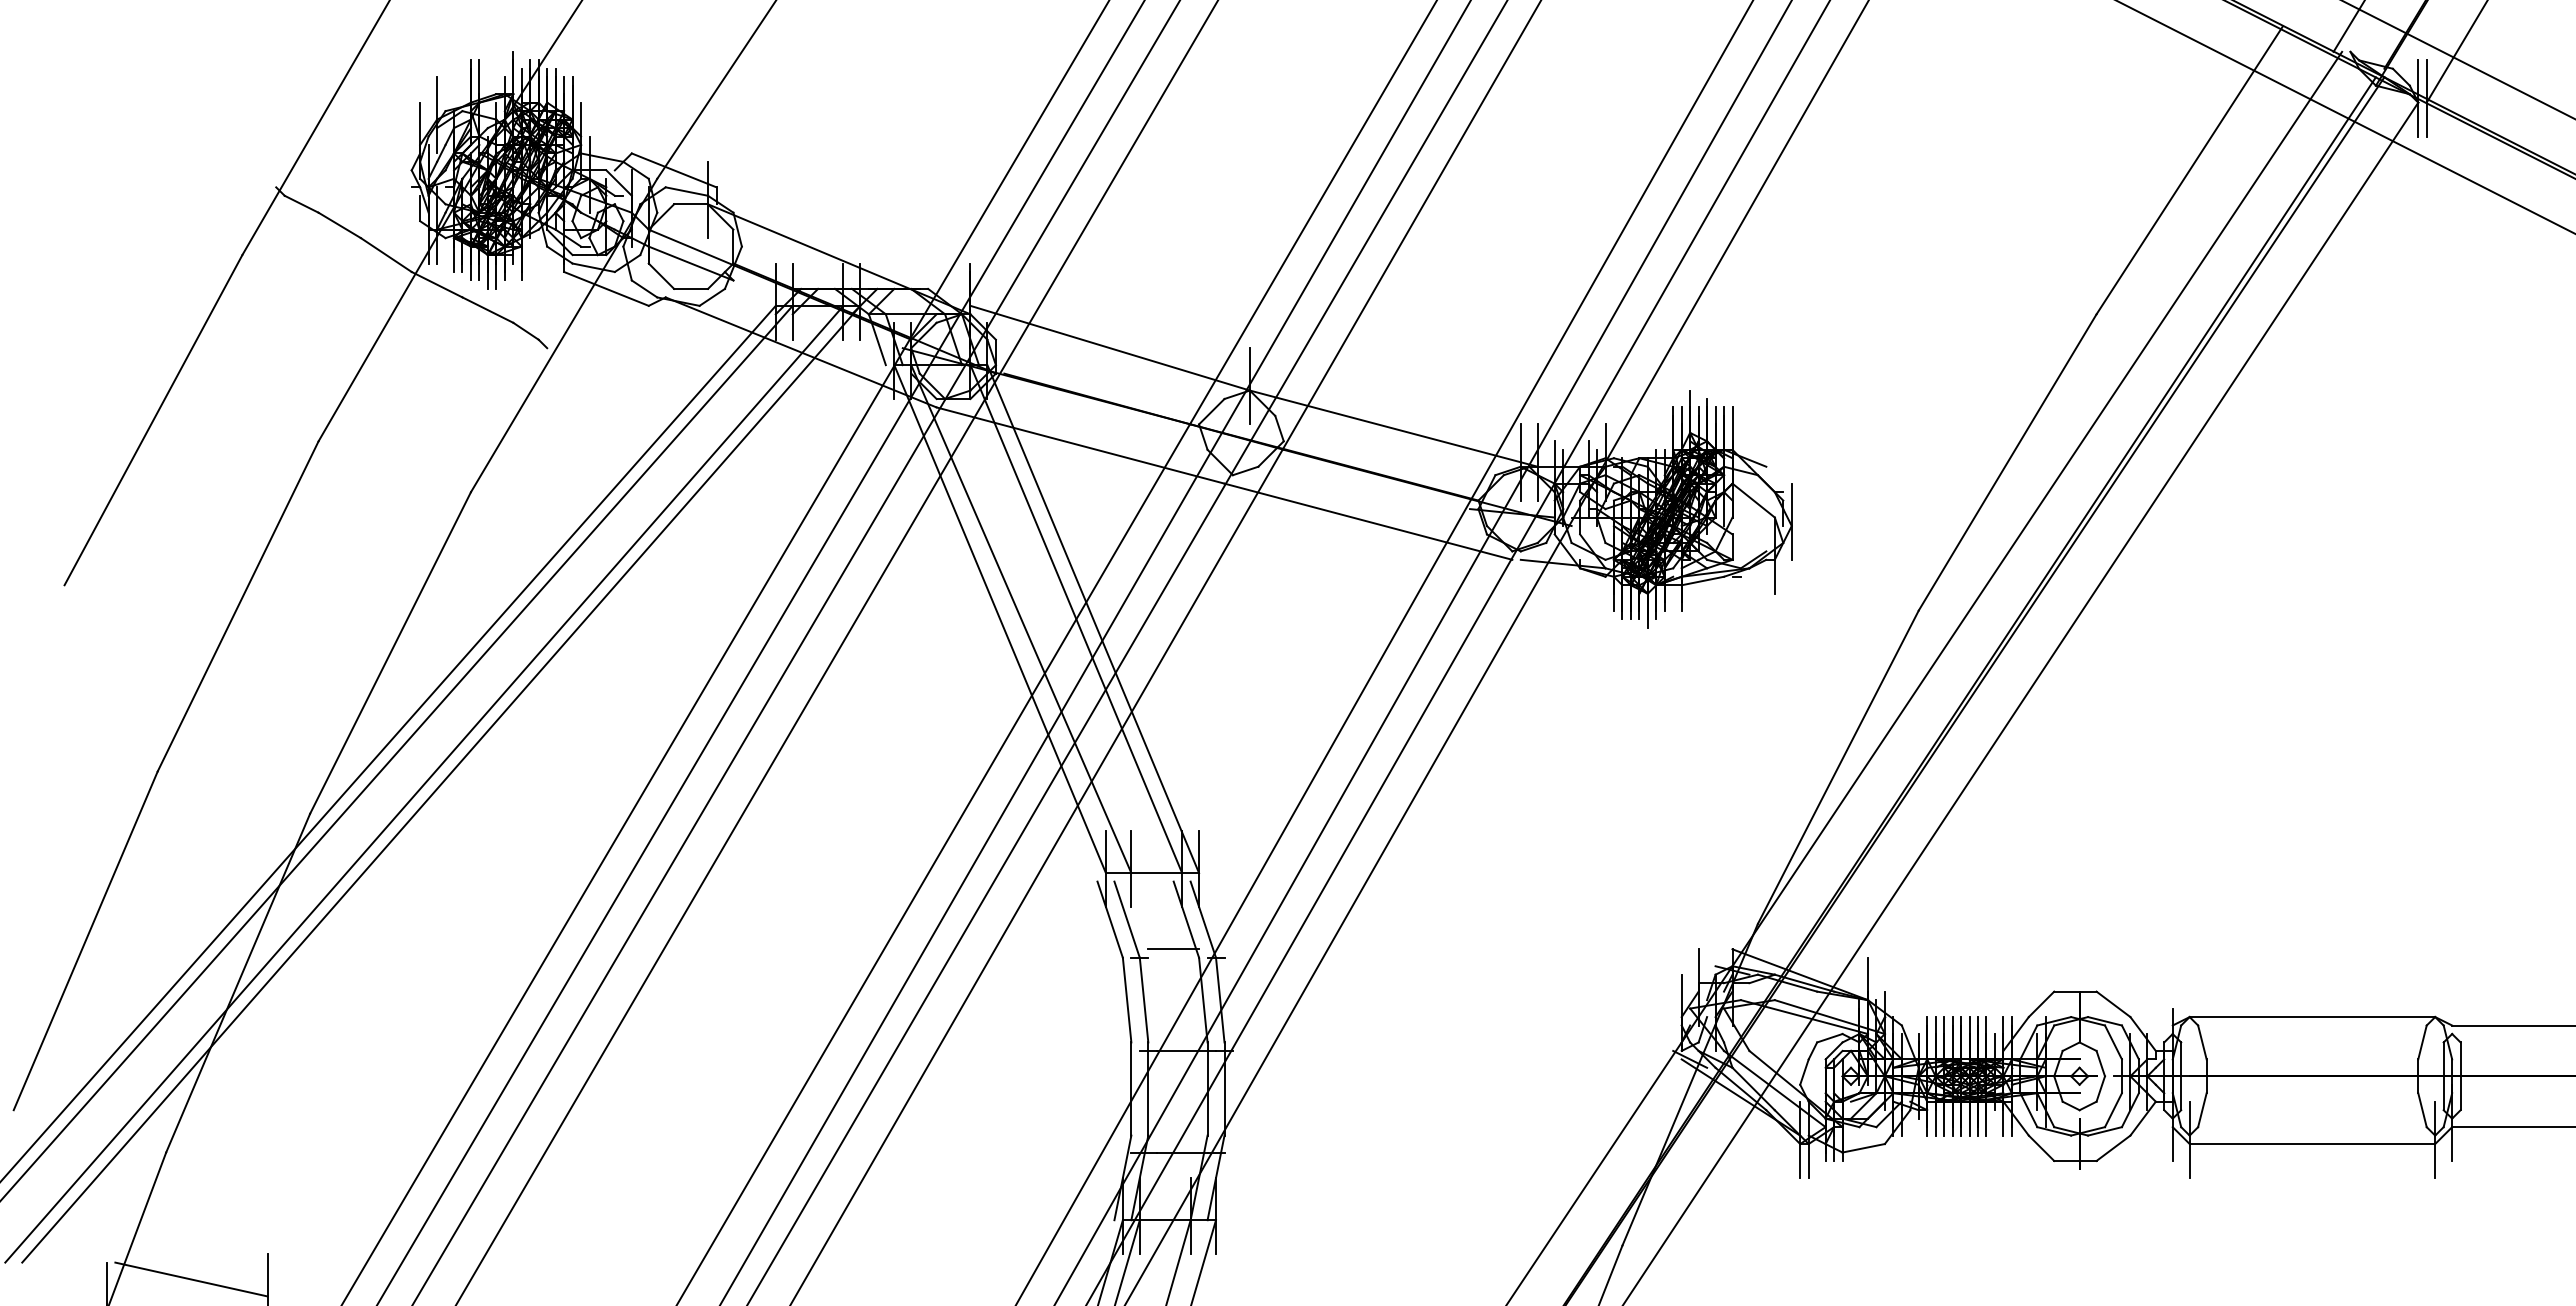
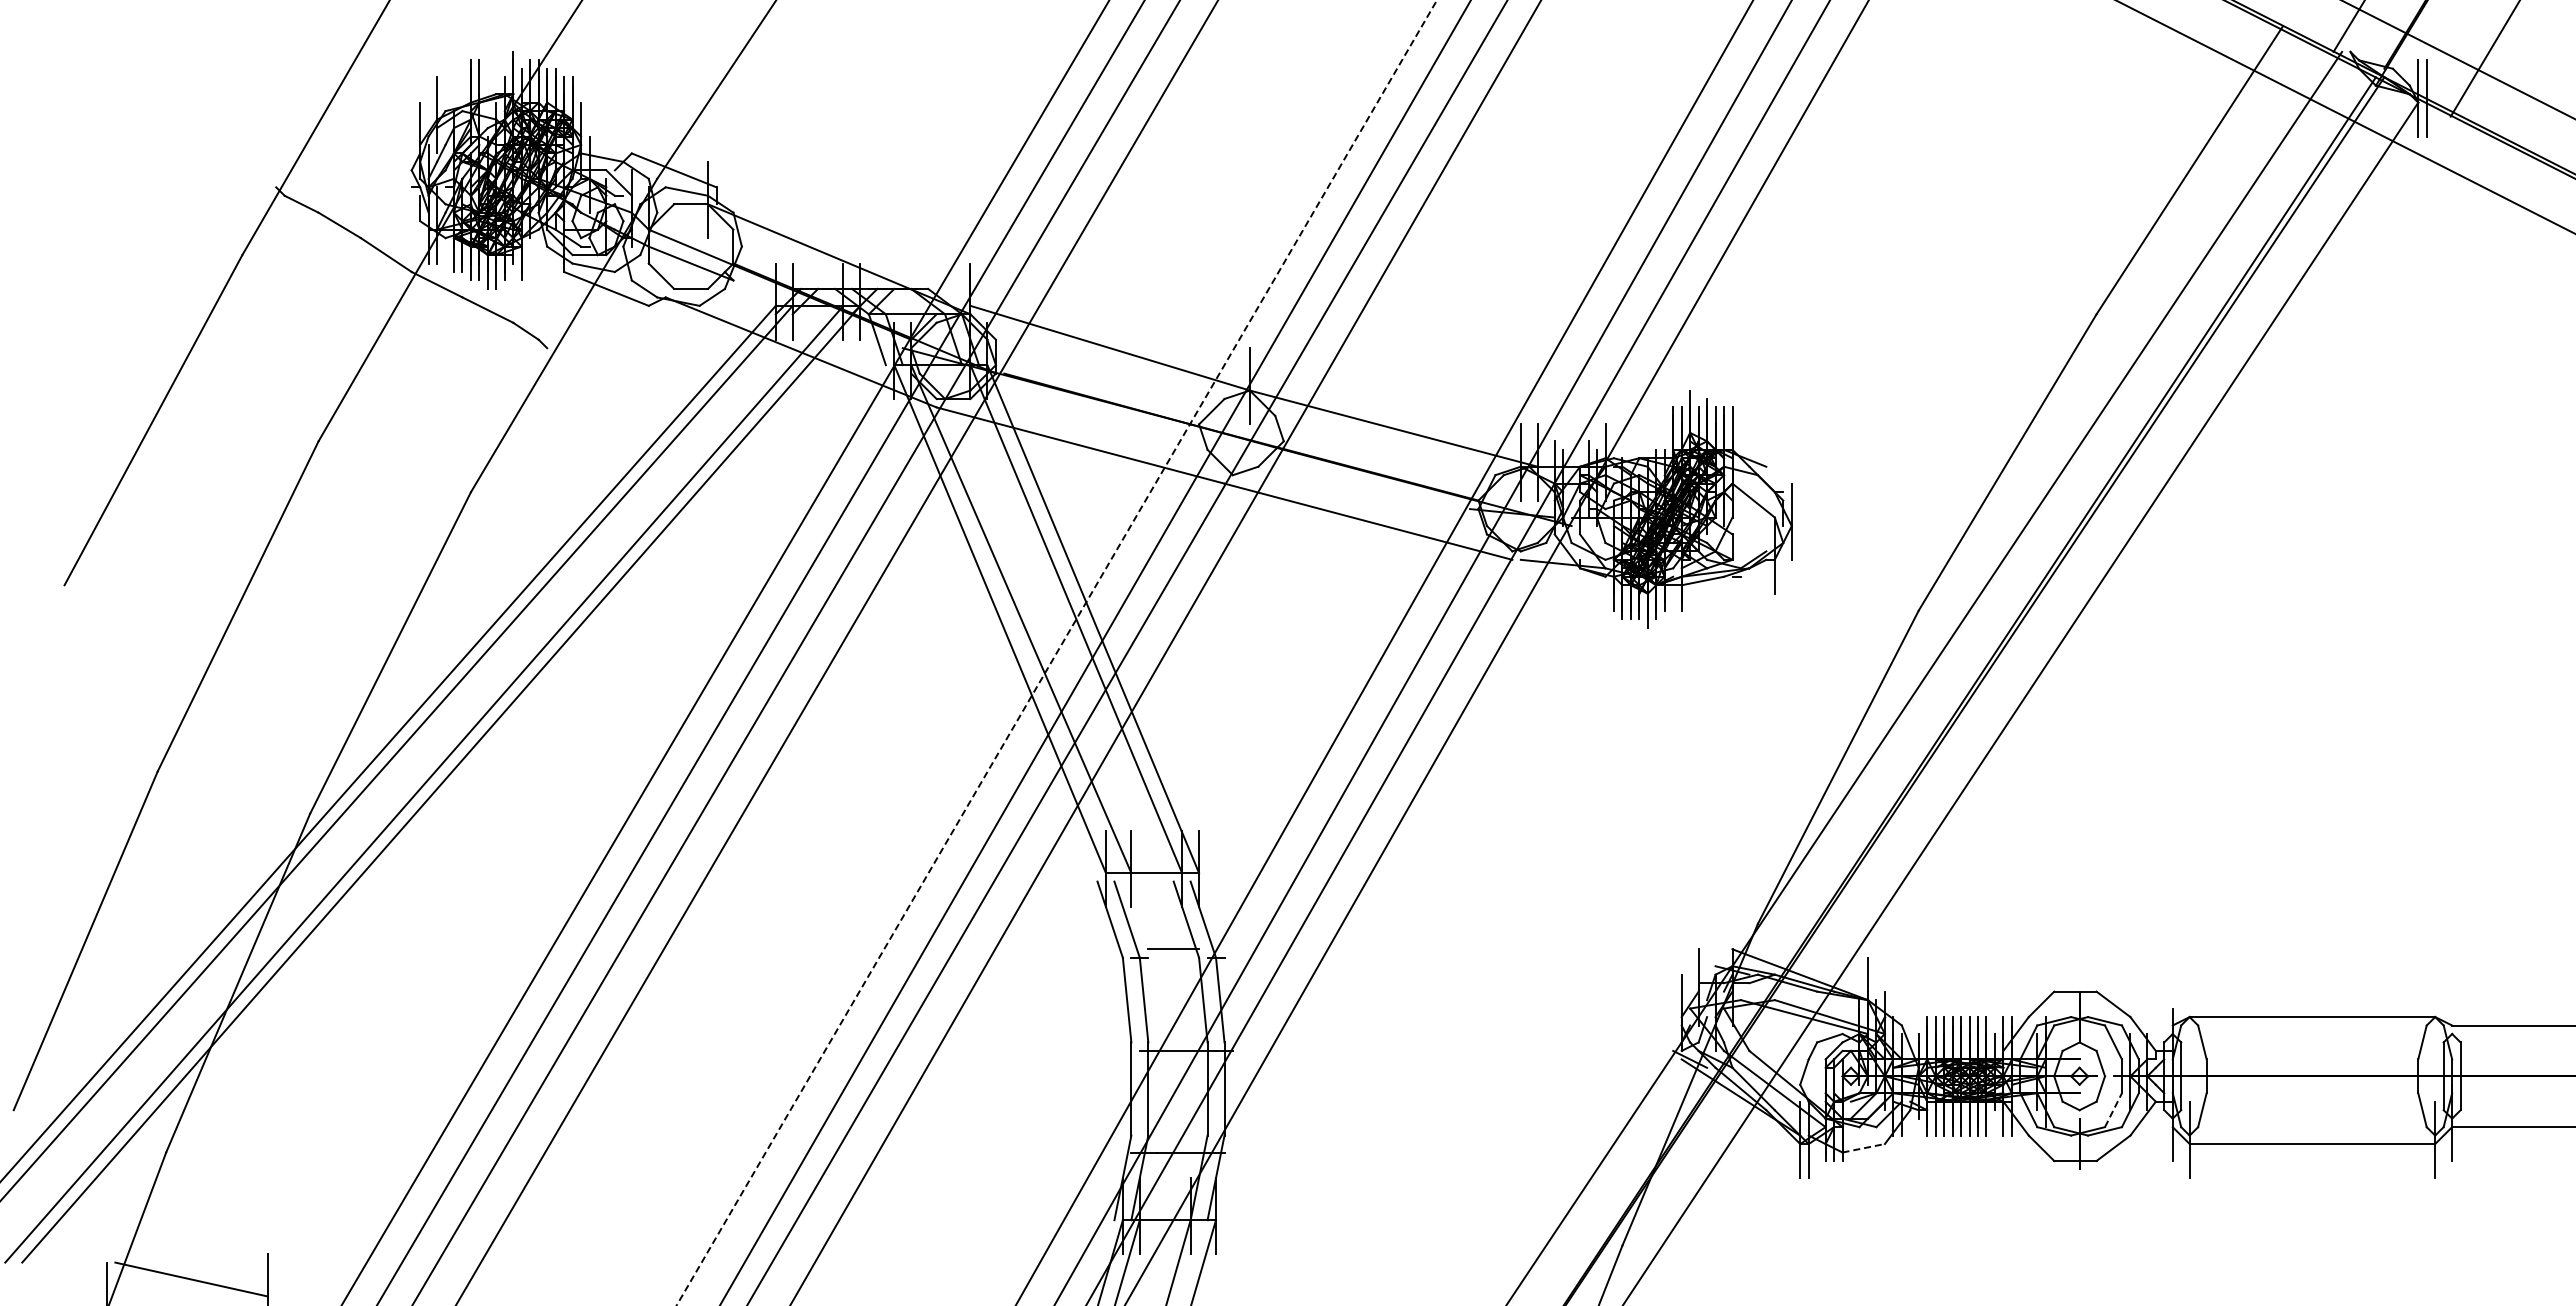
line at (2456, 52) position: (2456, 52) -> (2484, 59)
line at (1056, 653): solid -> dashed
line at (2113, 1110): solid -> dashed
line at (1863, 1148): solid -> dashed
